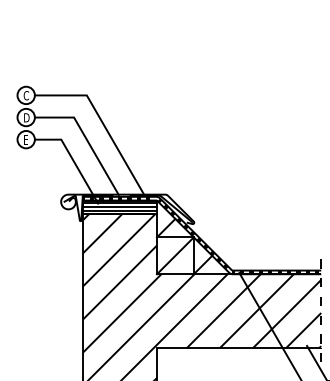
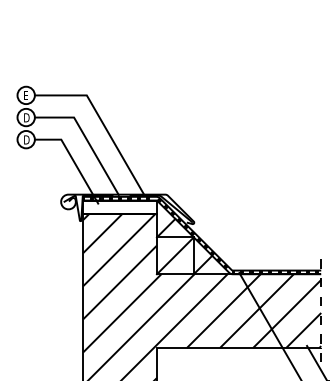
text at (25, 95): C -> E
text at (26, 139): E -> D
hatch at (119, 206): present -> none
